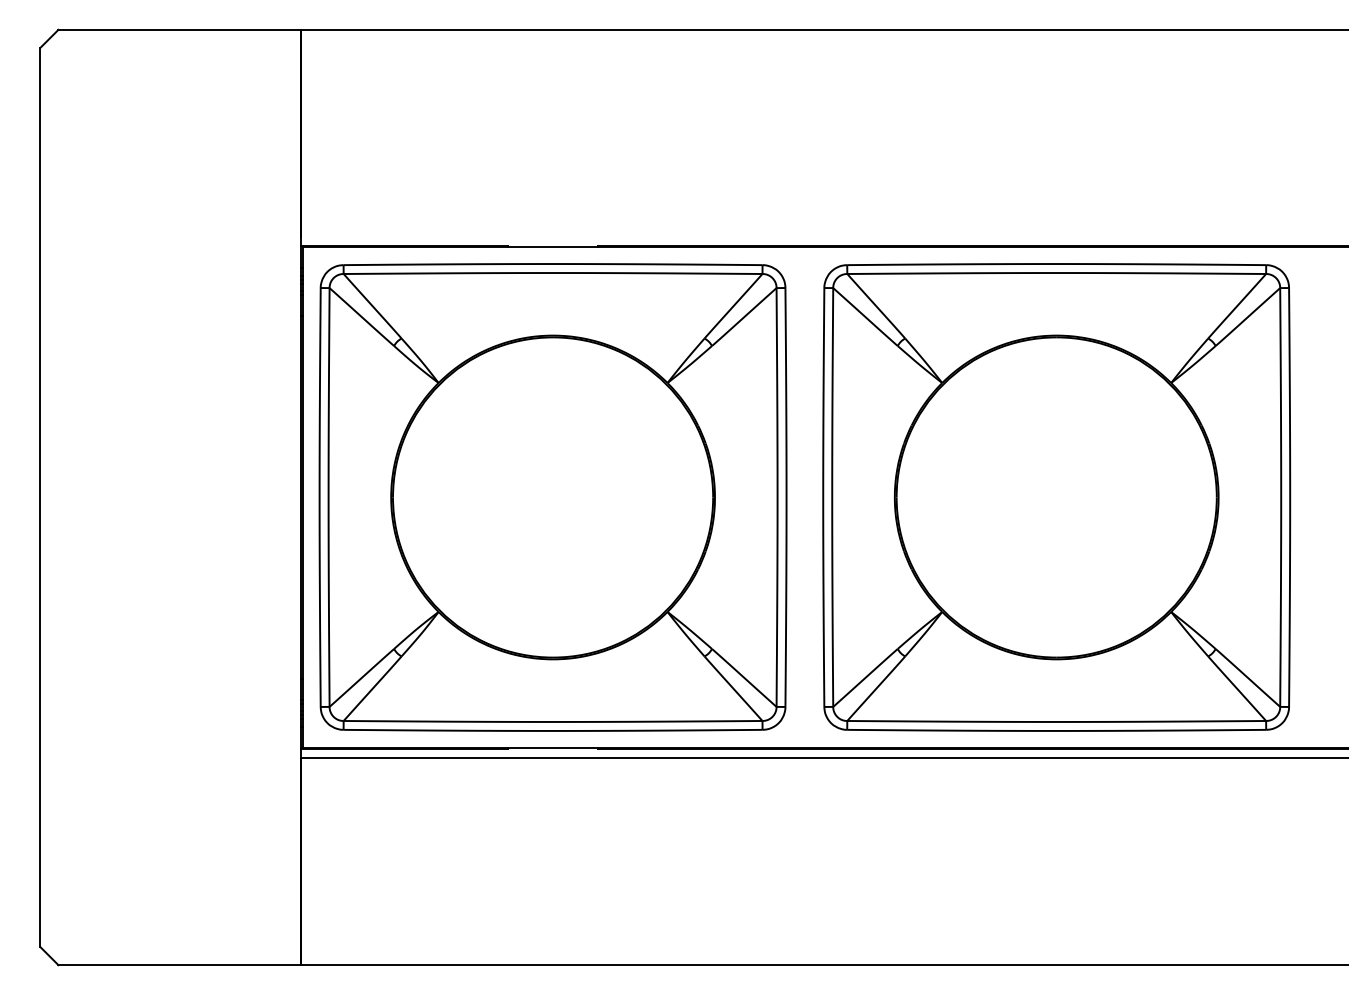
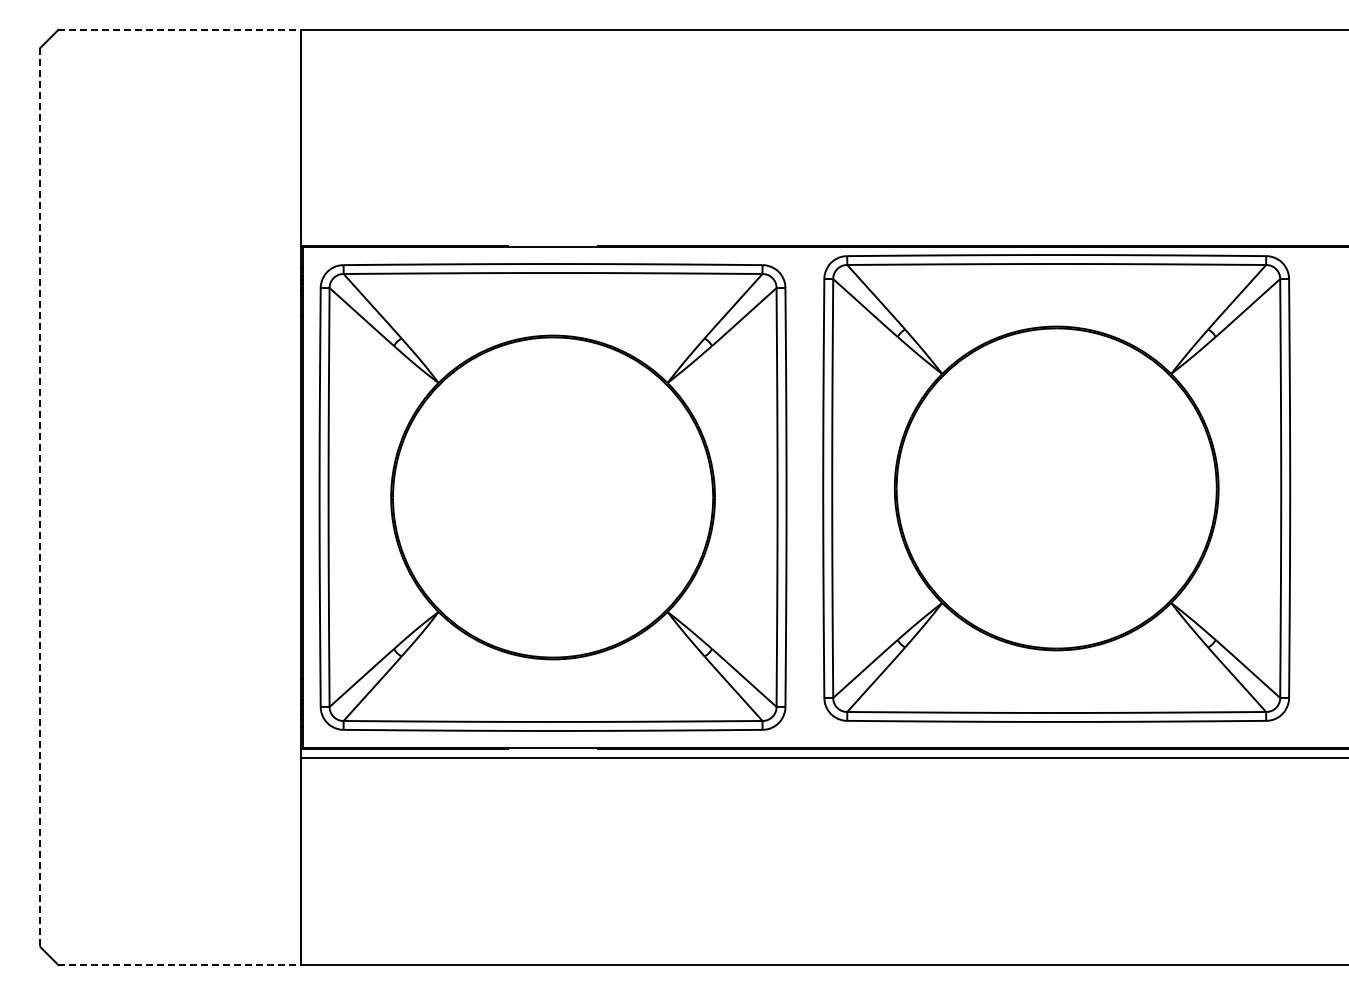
line at (180, 29): solid -> dashed
line at (40, 497): solid -> dashed
part at (1056, 497) position: (1056, 497) -> (1056, 488)
line at (180, 965): solid -> dashed
